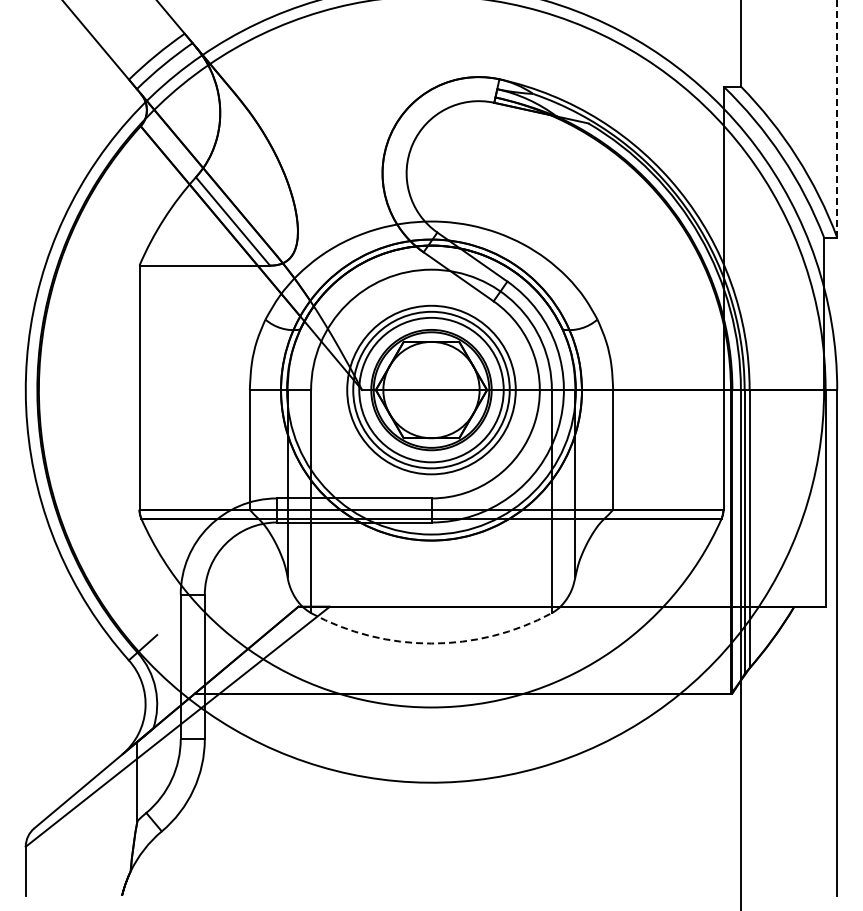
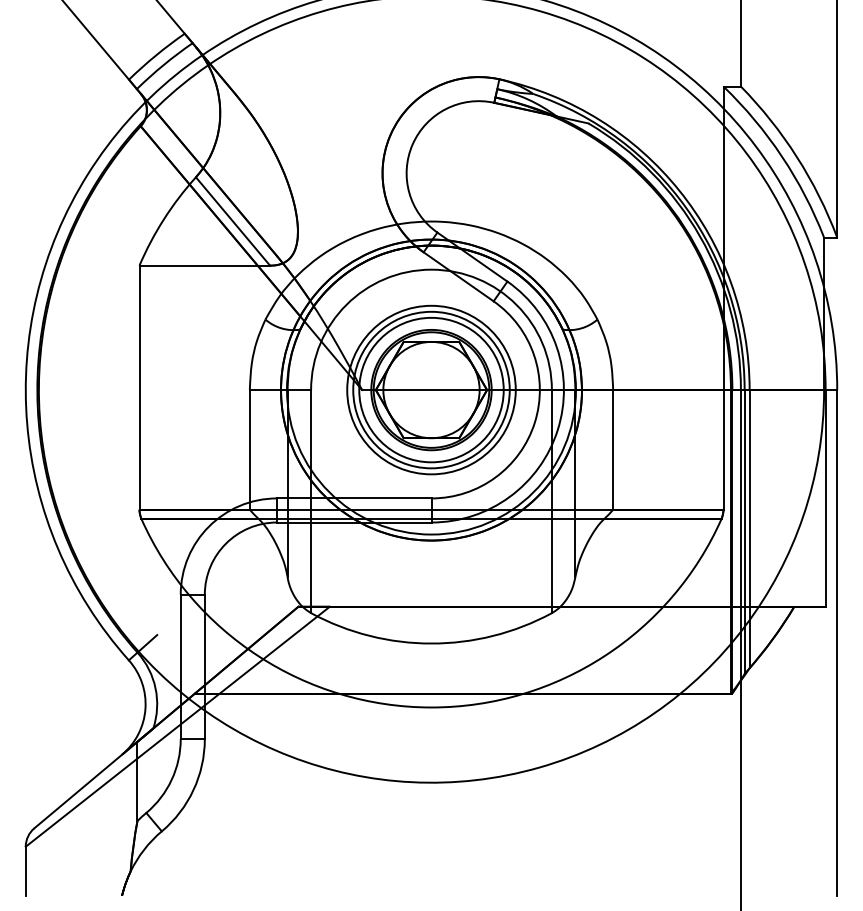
line at (837, 118): dashed -> solid
arc at (431, 643): dashed -> solid
